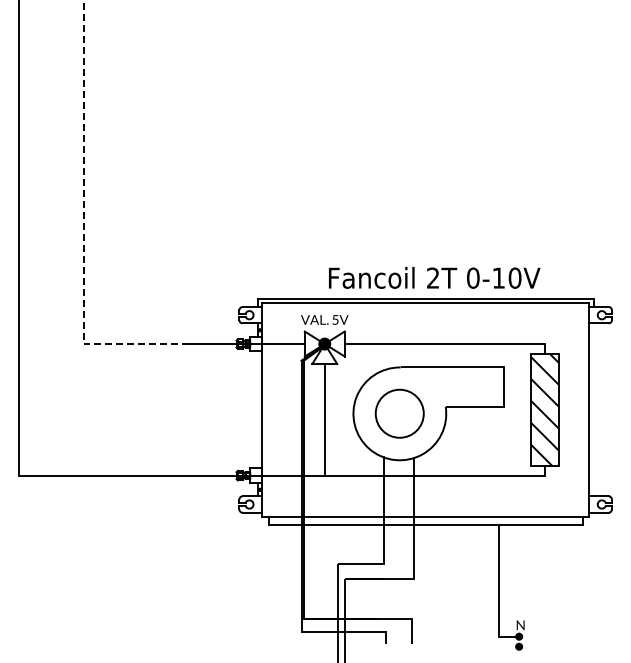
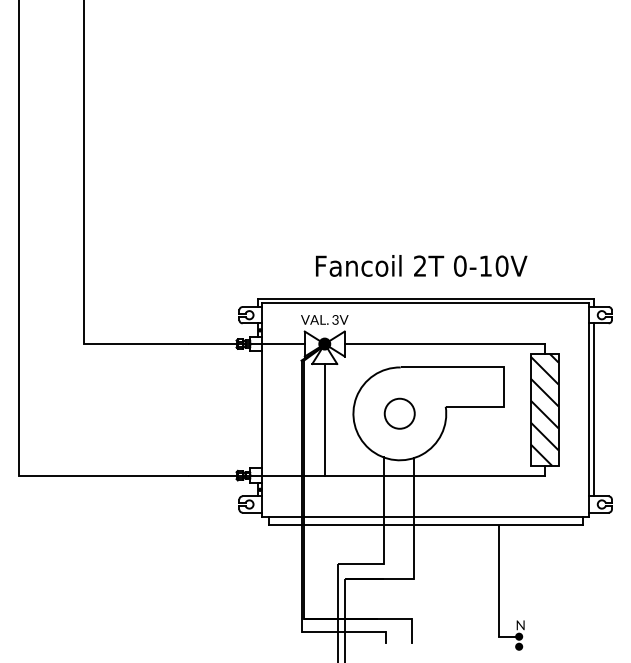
line at (83, 225): dashed -> solid
text at (434, 277) position: (434, 277) -> (421, 265)
text at (335, 319): 5V -> 3V
line at (593, 409): none -> present
circle at (399, 413) diameter: 48 px -> 30 px
